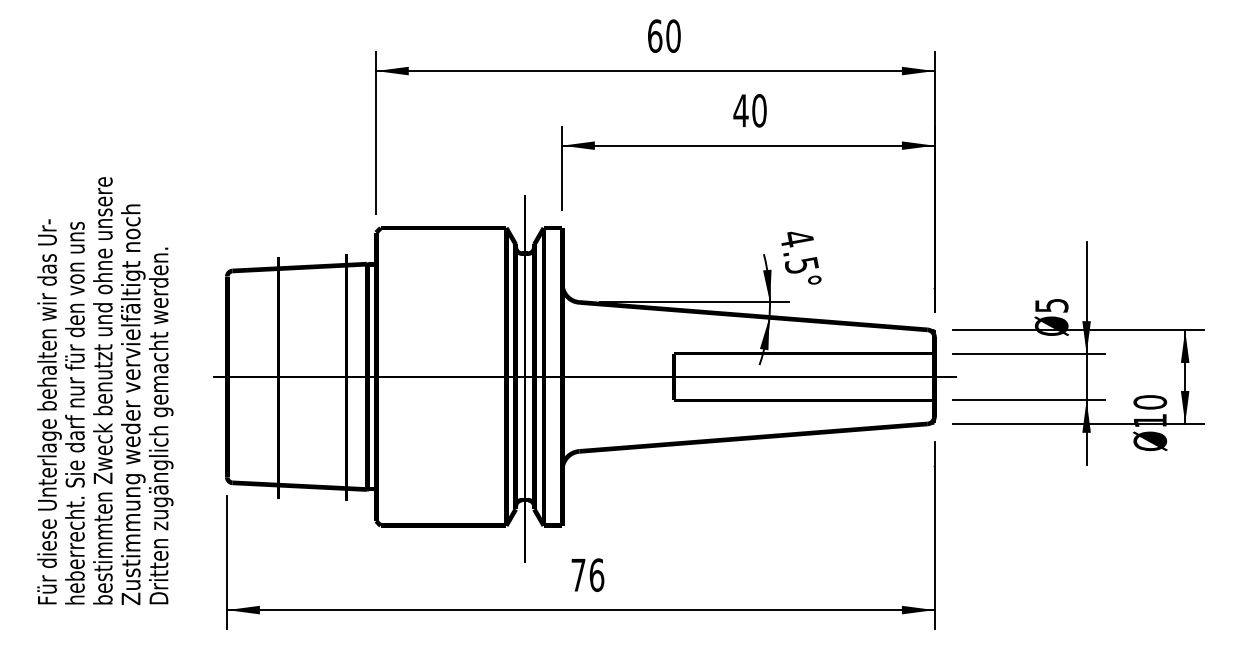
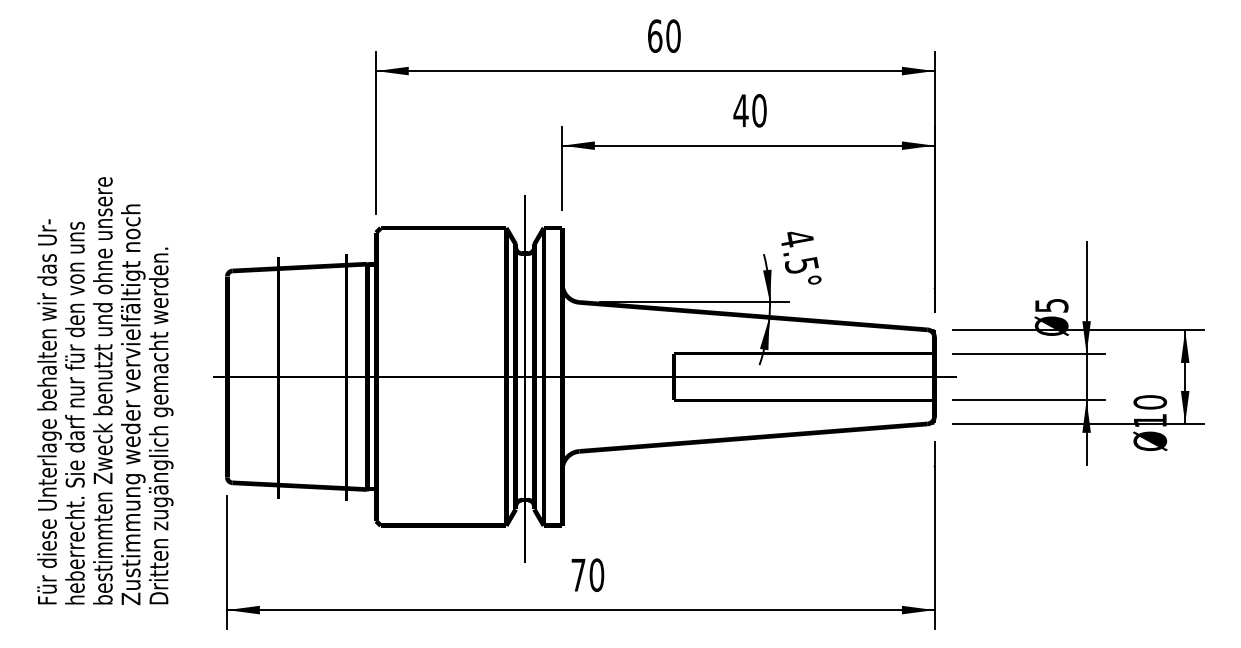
text at (596, 574): 76 -> 70
